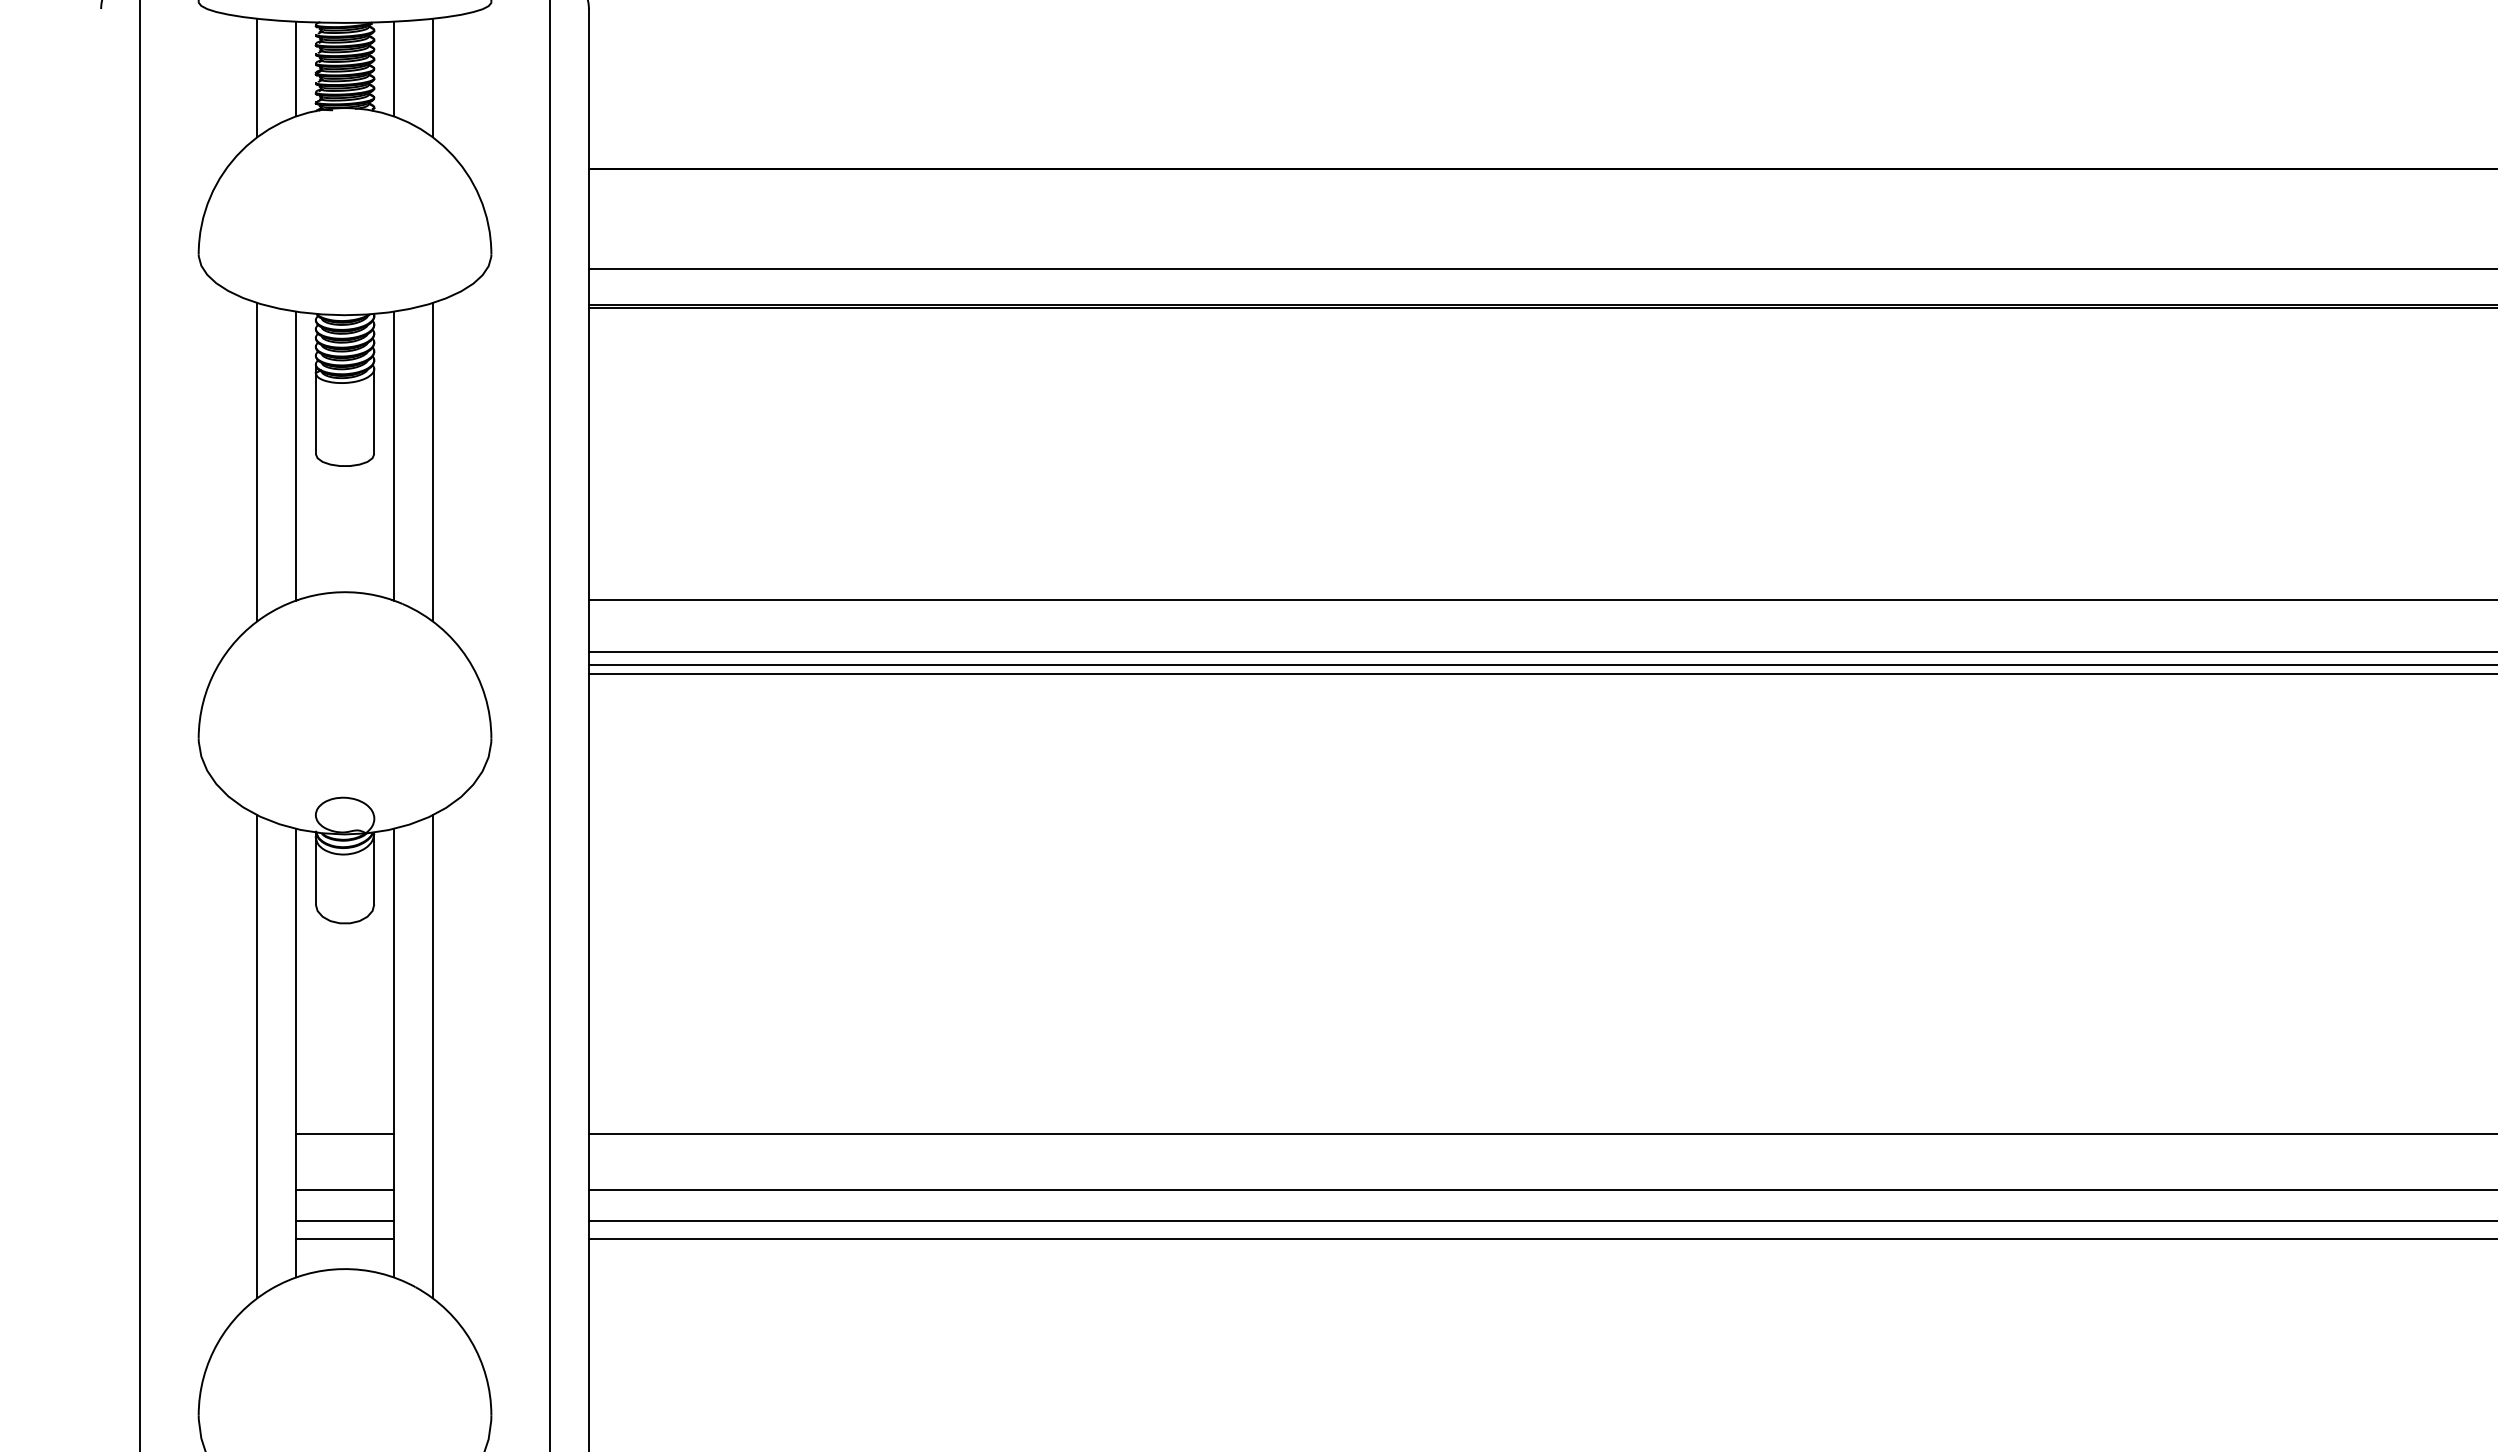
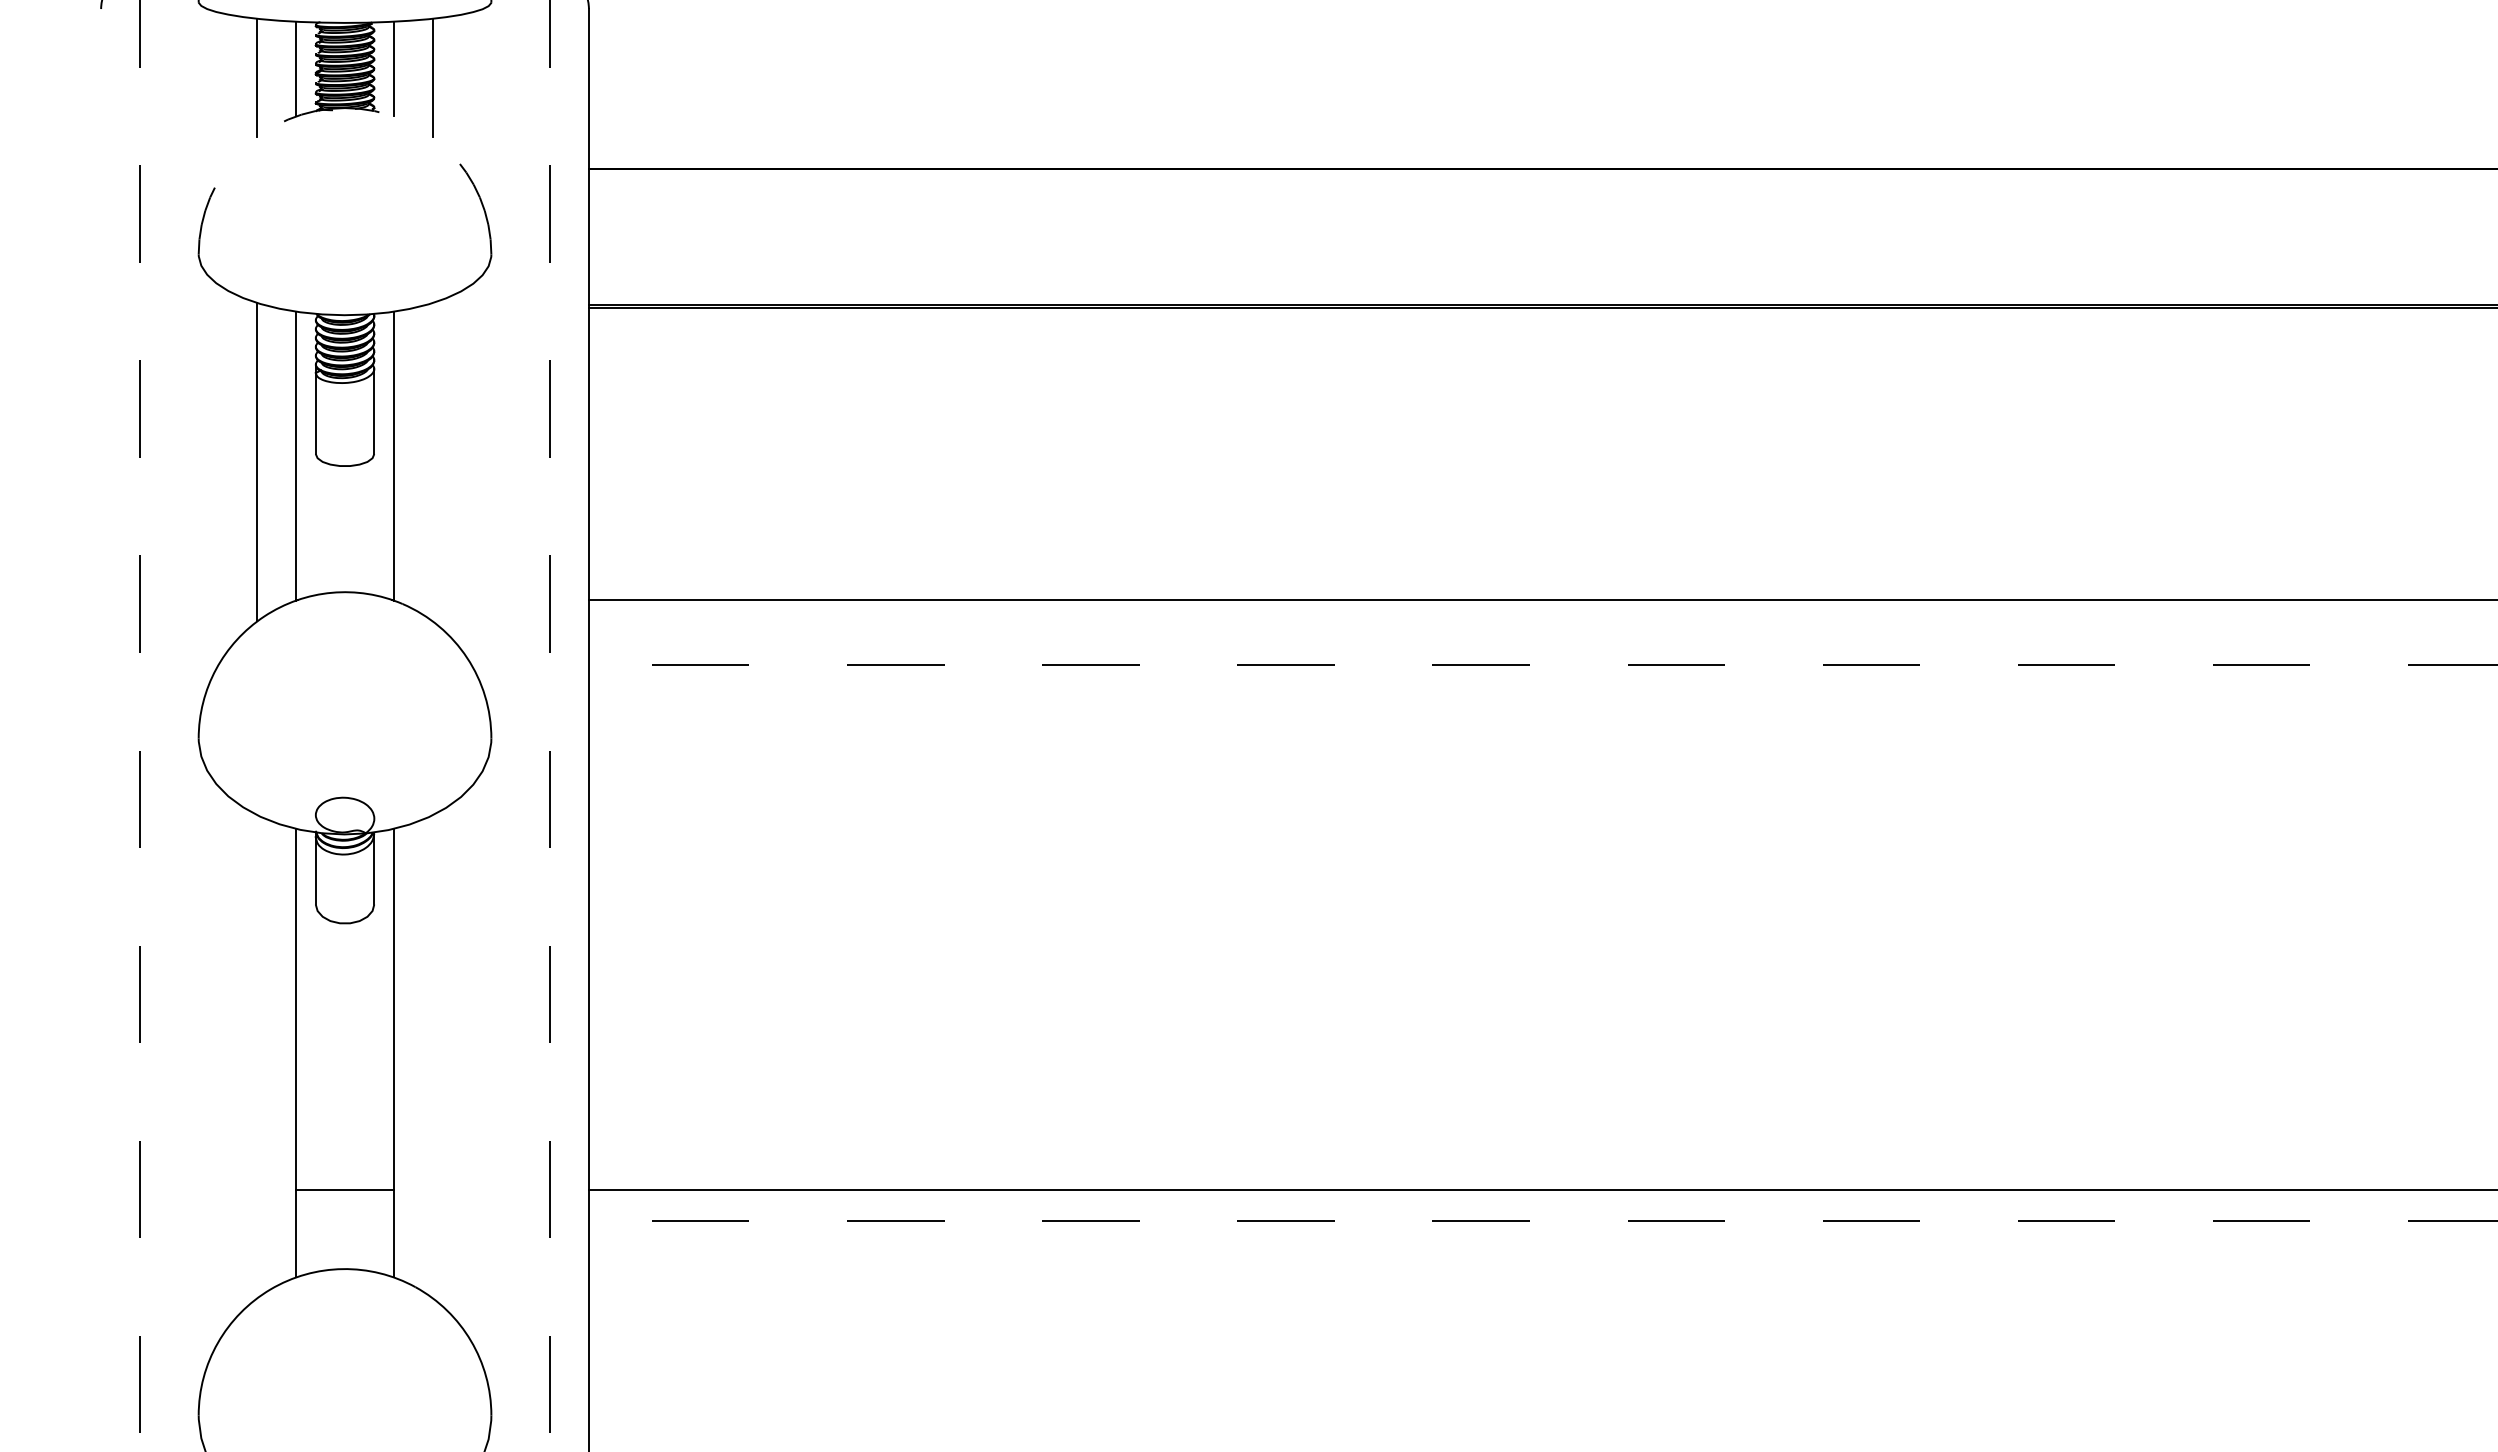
arc at (345, 108): solid -> dashed
line at (1541, 269): present -> none
line at (432, 462): present -> none
line at (1541, 651): present -> none
line at (1542, 664): solid -> dashed
line at (1541, 674): present -> none
line at (140, 725): solid -> dashed
line at (549, 725): solid -> dashed
line at (257, 1056): present -> none
line at (432, 1056): present -> none
line at (344, 1134): present -> none
line at (1541, 1134): present -> none
line at (344, 1220): present -> none
line at (1542, 1220): solid -> dashed
line at (344, 1238): present -> none
line at (1541, 1238): present -> none
